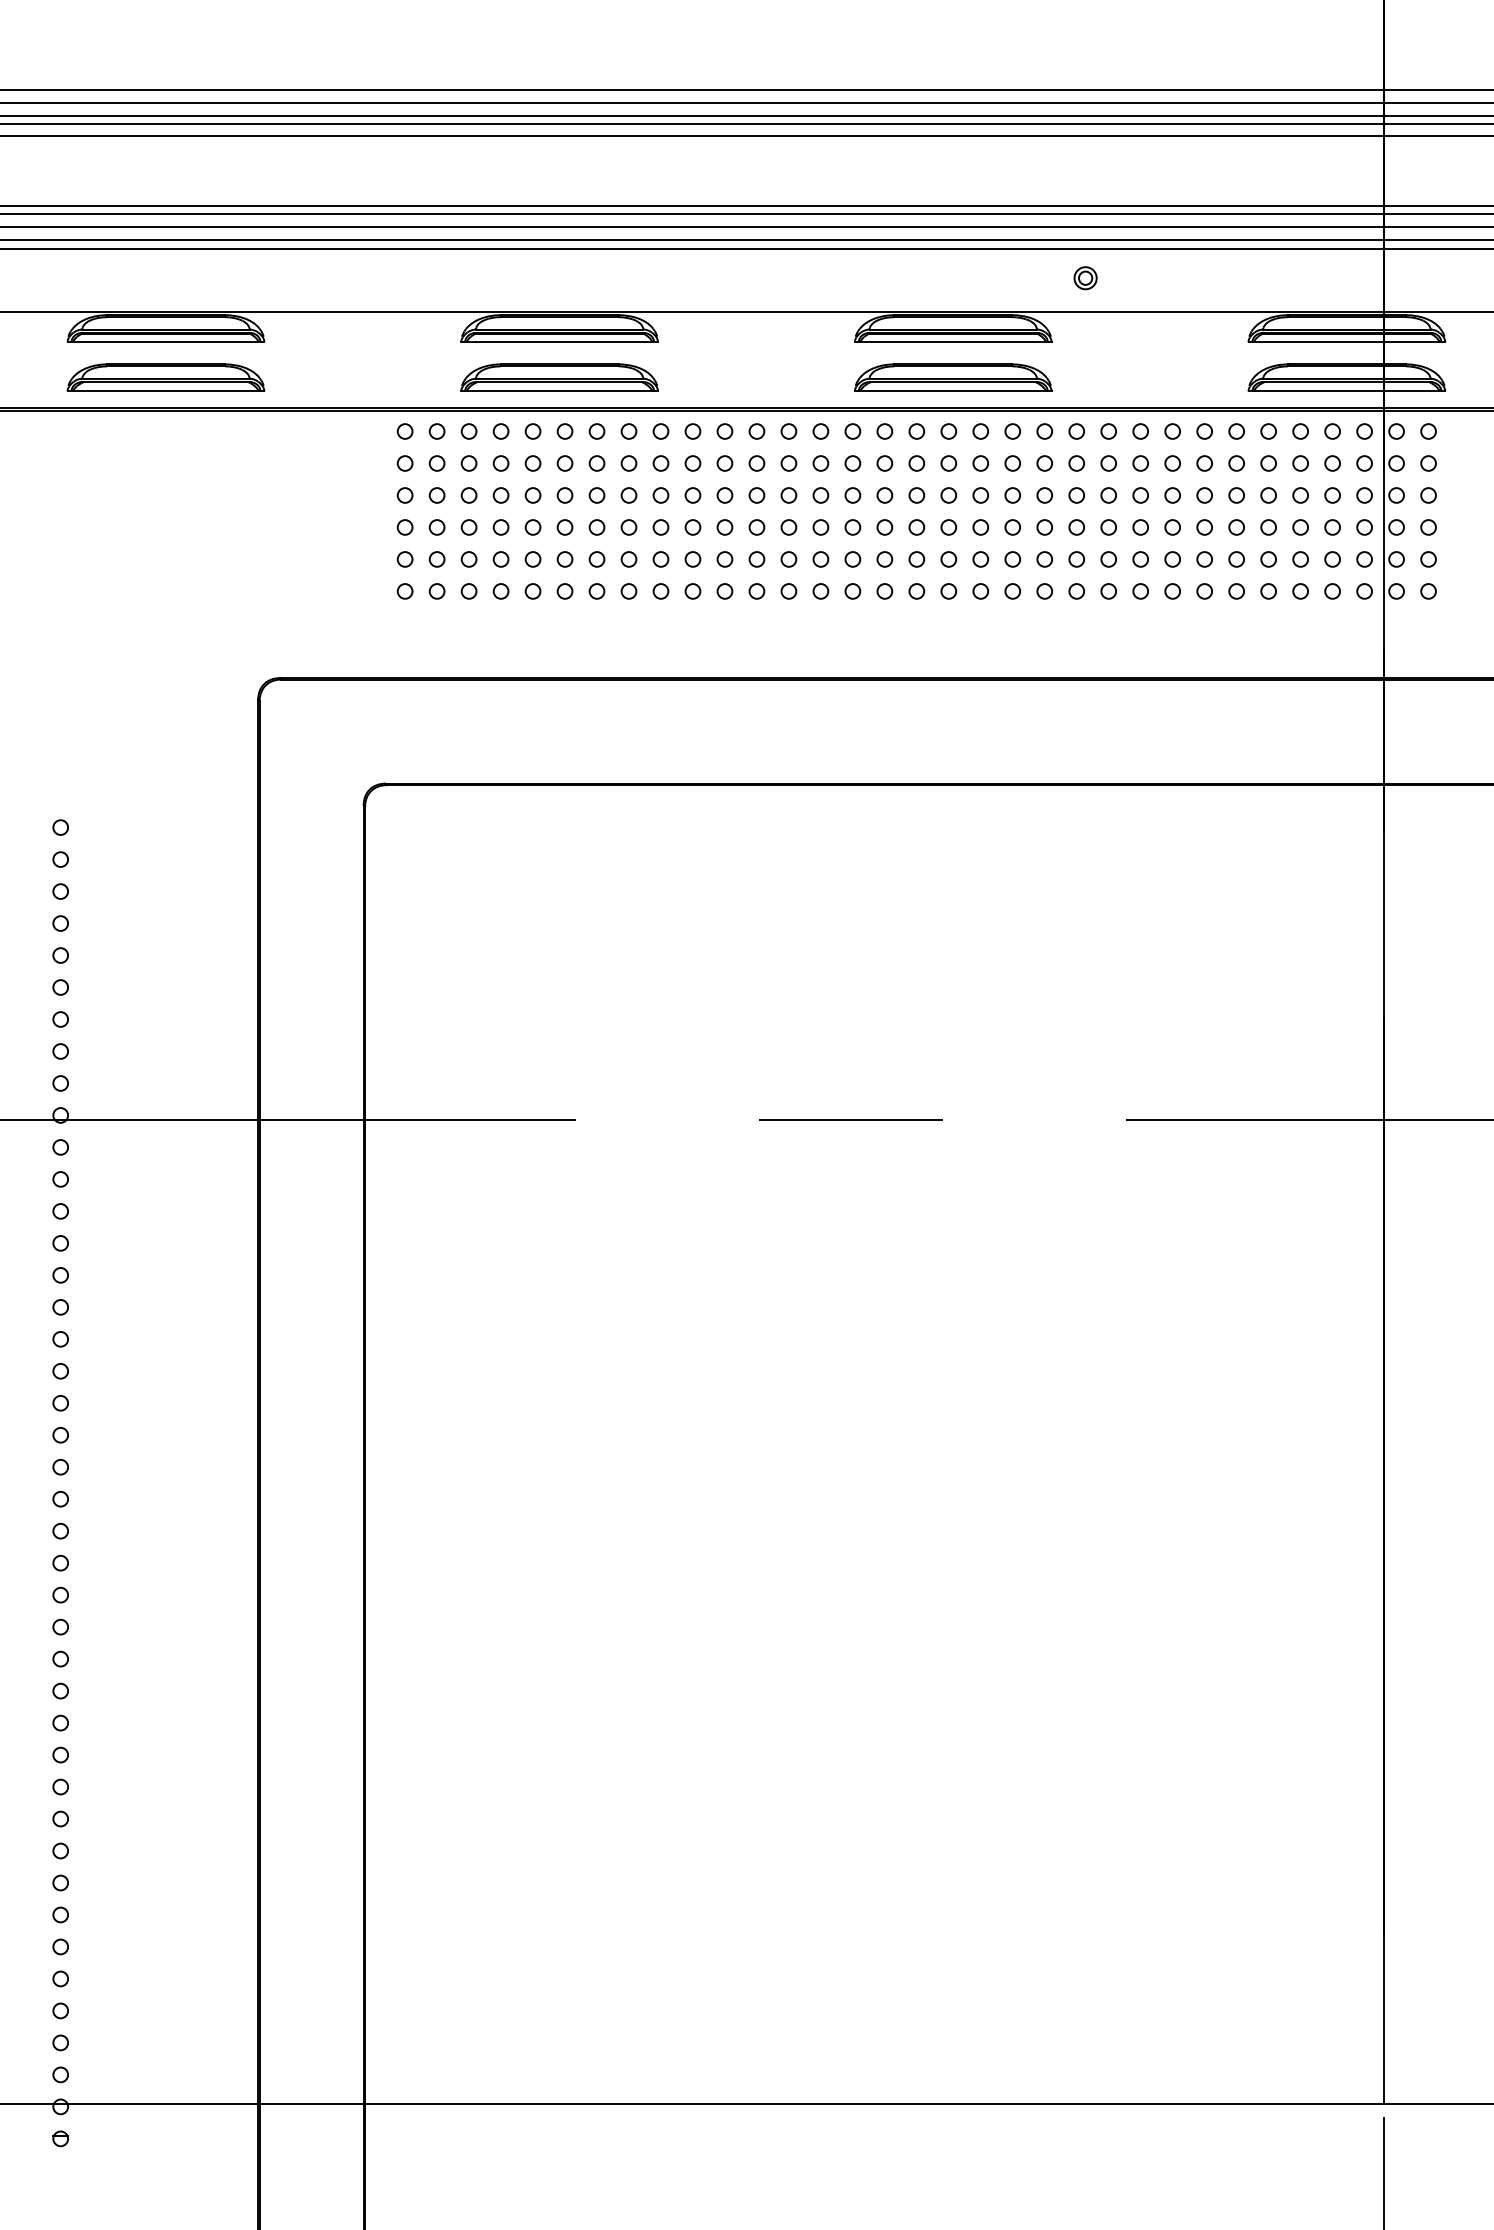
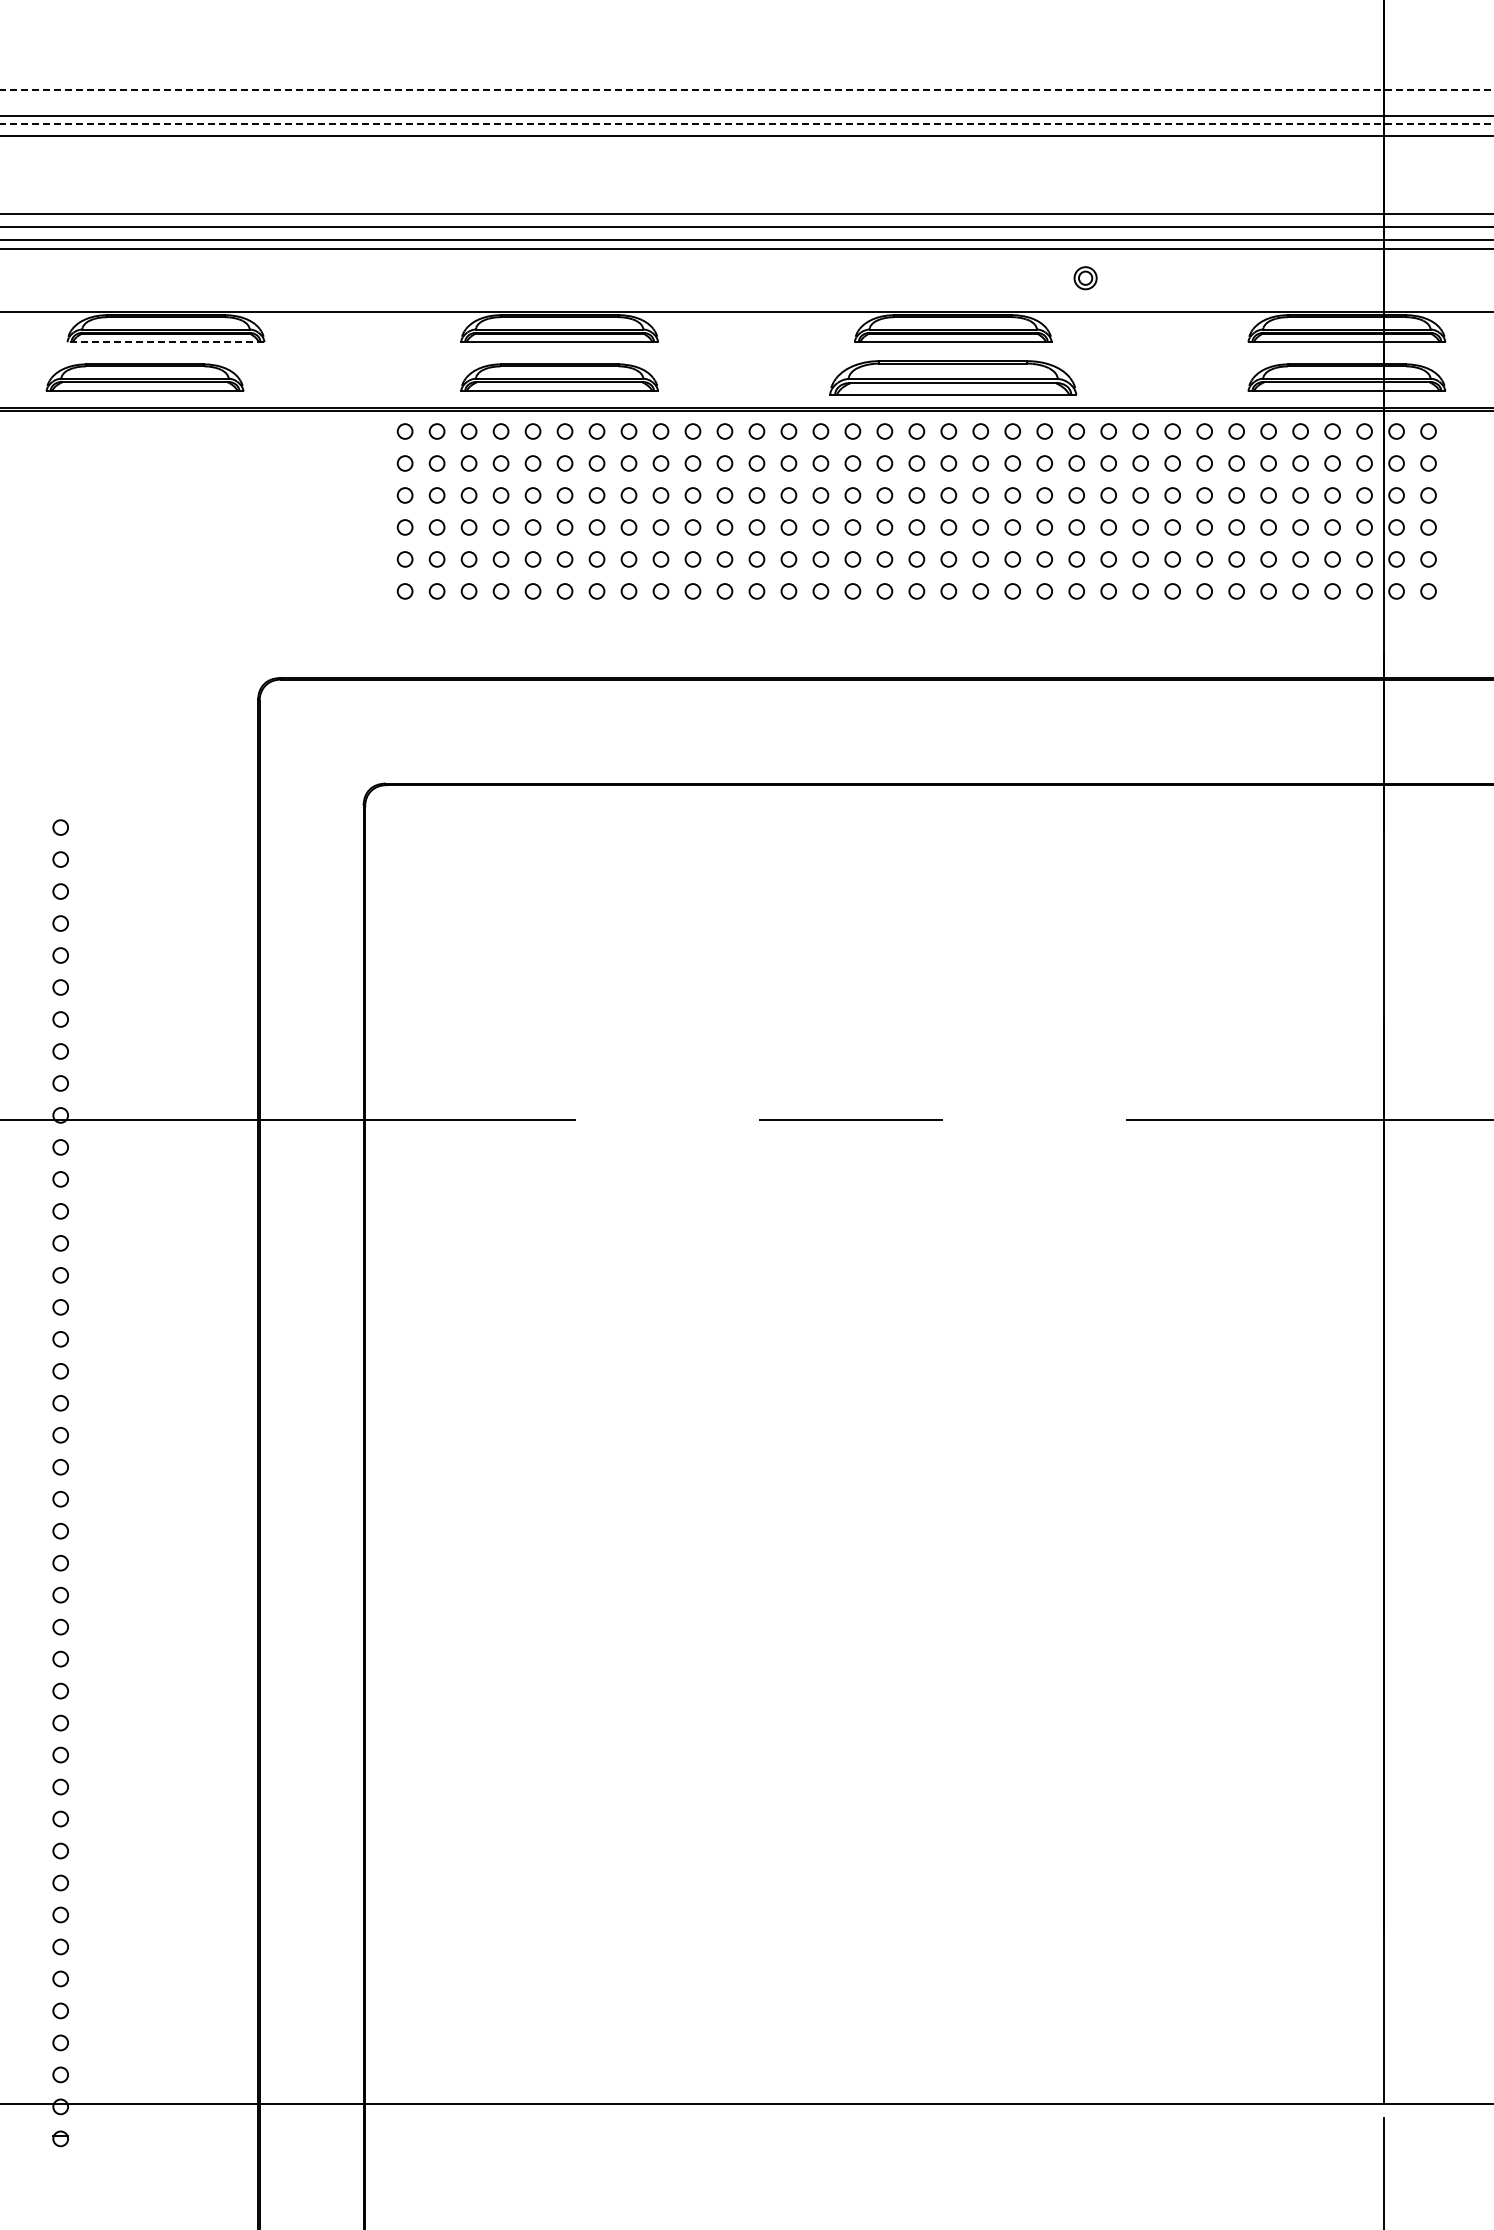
line at (747, 90): solid -> dashed
line at (746, 102): present -> none
line at (747, 124): solid -> dashed
line at (746, 205): present -> none
line at (165, 342): solid -> dashed
part at (165, 377) position: (165, 377) -> (144, 377)
part at (953, 377) size: 199x29 px -> 249x36 px
